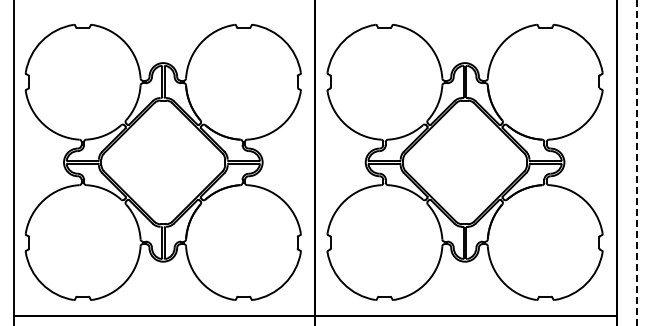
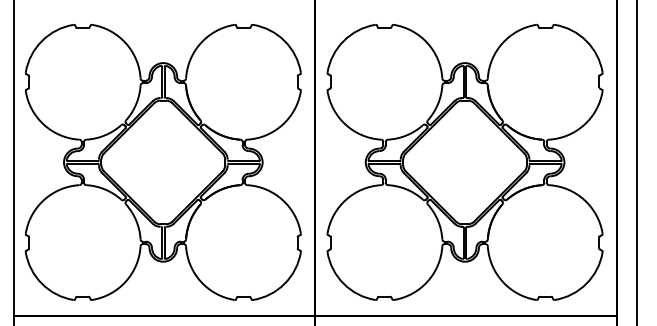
line at (637, 163): dashed -> solid
